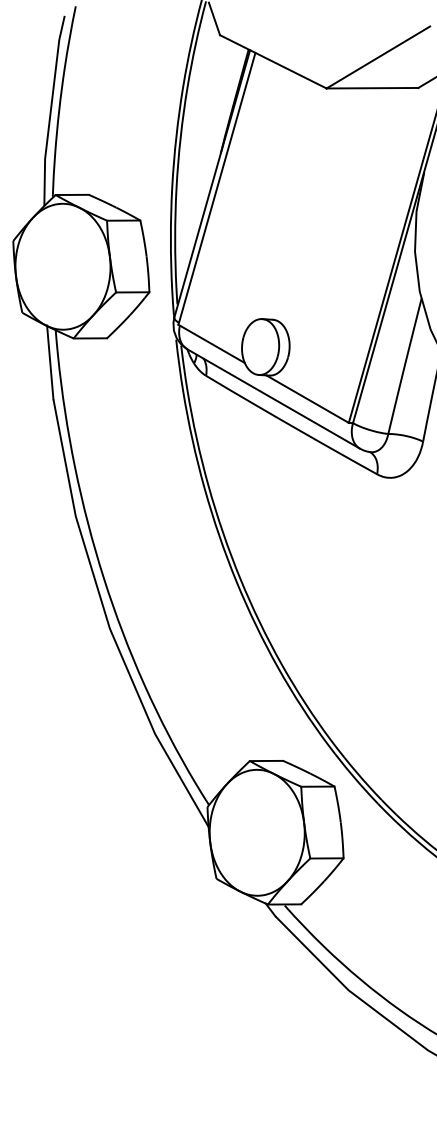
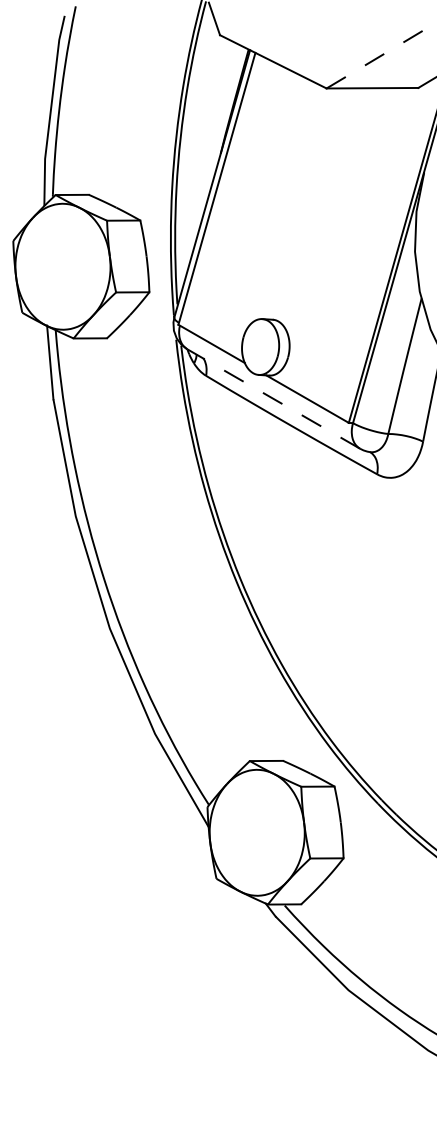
line at (378, 57): solid -> dashed
line at (273, 398): solid -> dashed
